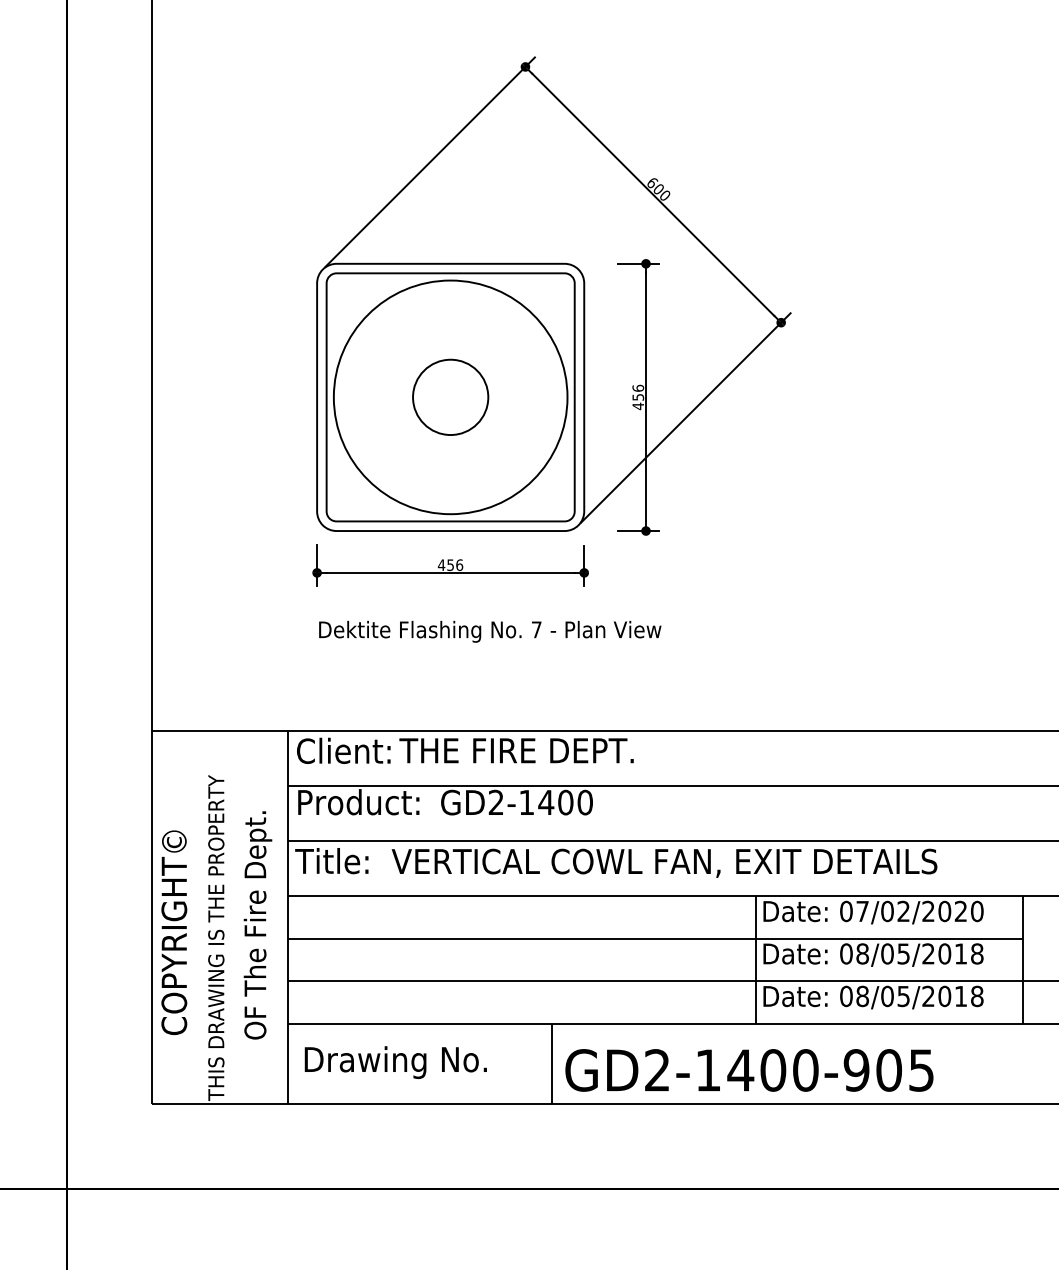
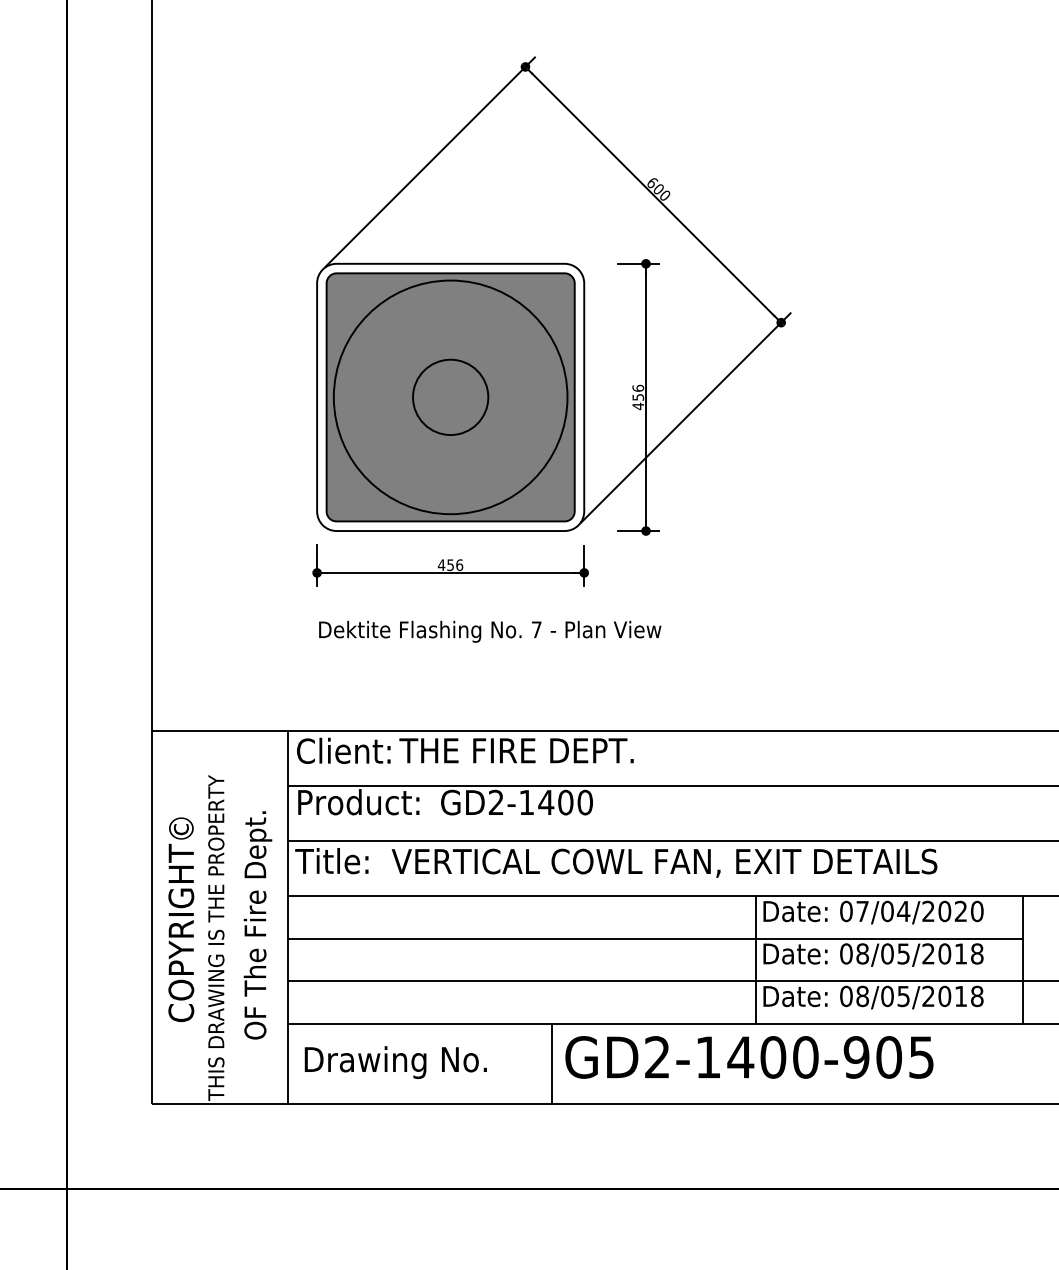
fill at (450, 397): none -> present
text at (903, 910): 07/02/2020 -> 07/04/2020
text at (174, 932) position: (174, 932) -> (181, 919)
text at (749, 1070) position: (749, 1070) -> (749, 1057)
